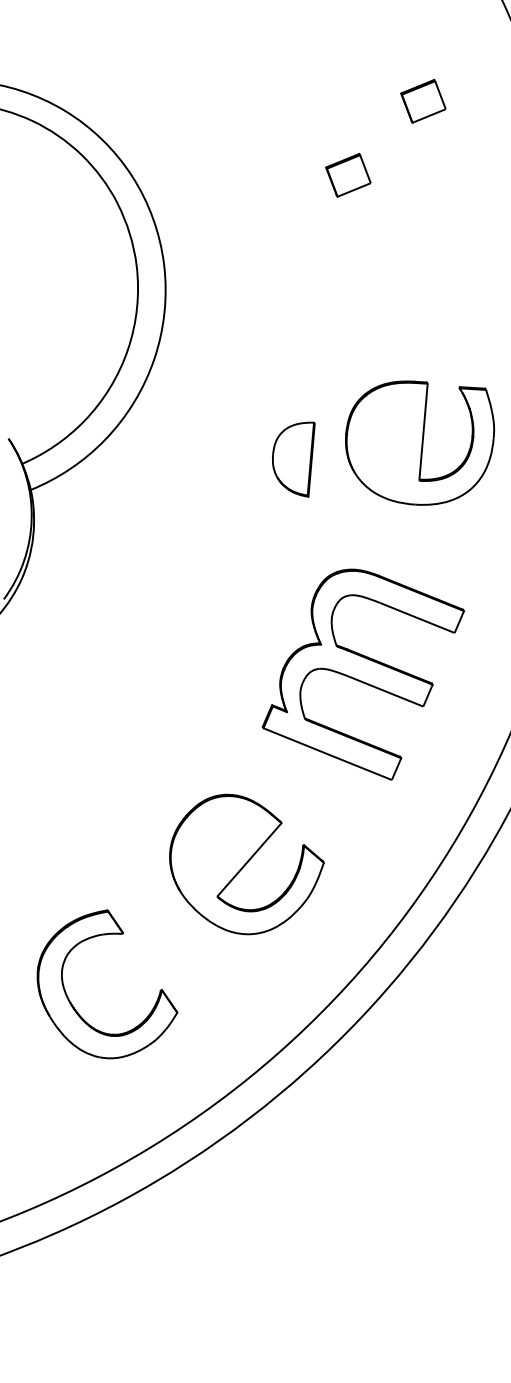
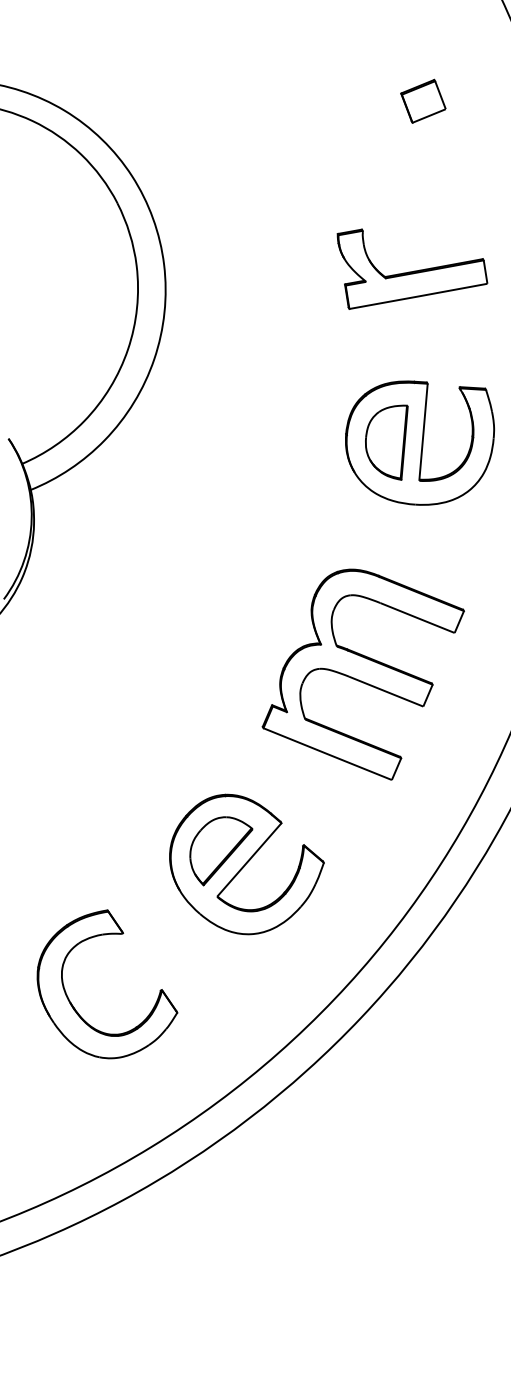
part at (348, 174): present -> none
part at (412, 268): none -> present
part at (293, 459) position: (293, 459) -> (386, 442)
part at (221, 851): none -> present
